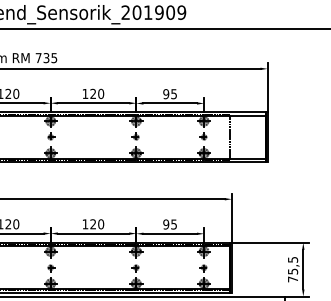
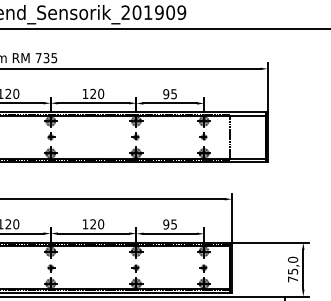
text at (293, 259): 75,5 -> 75,0
